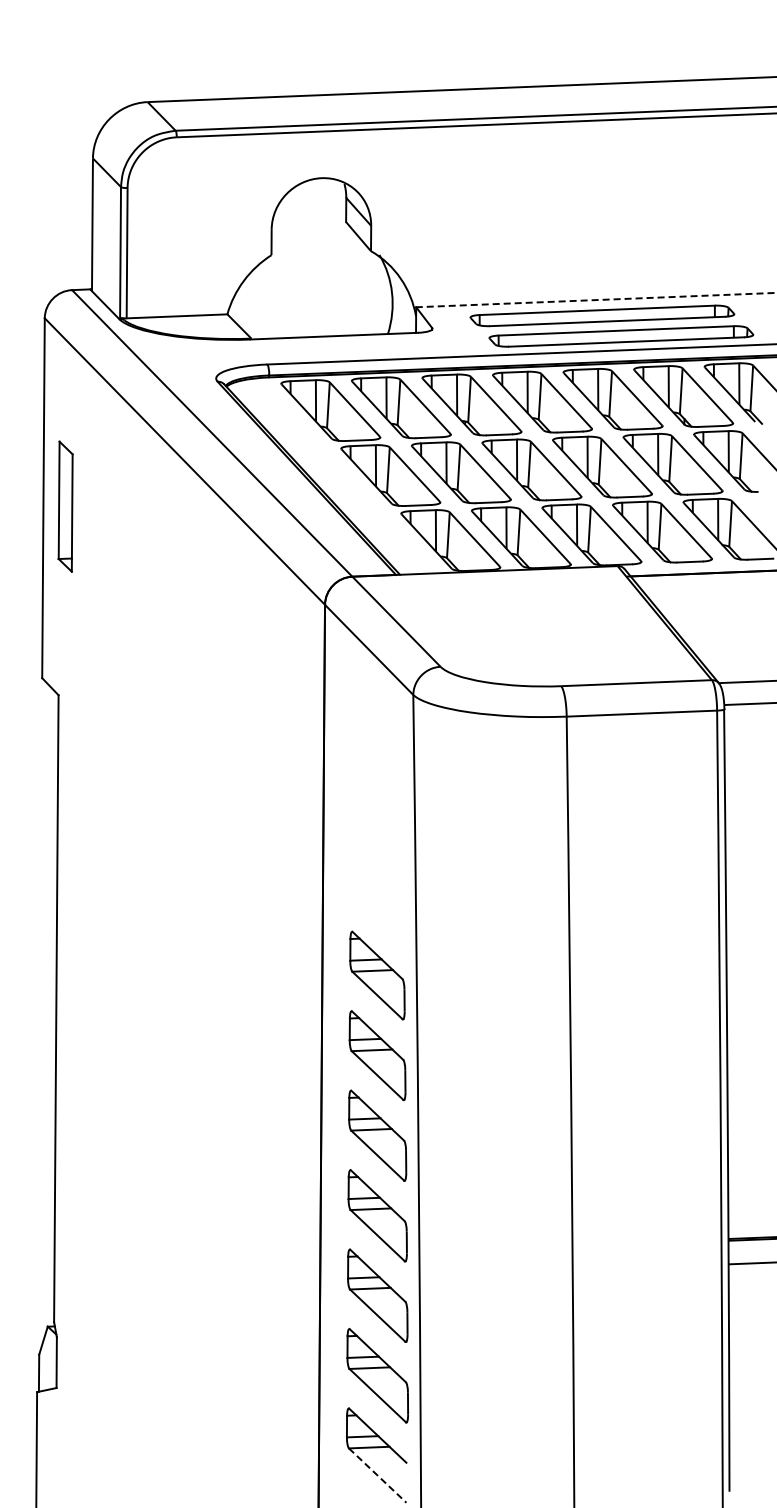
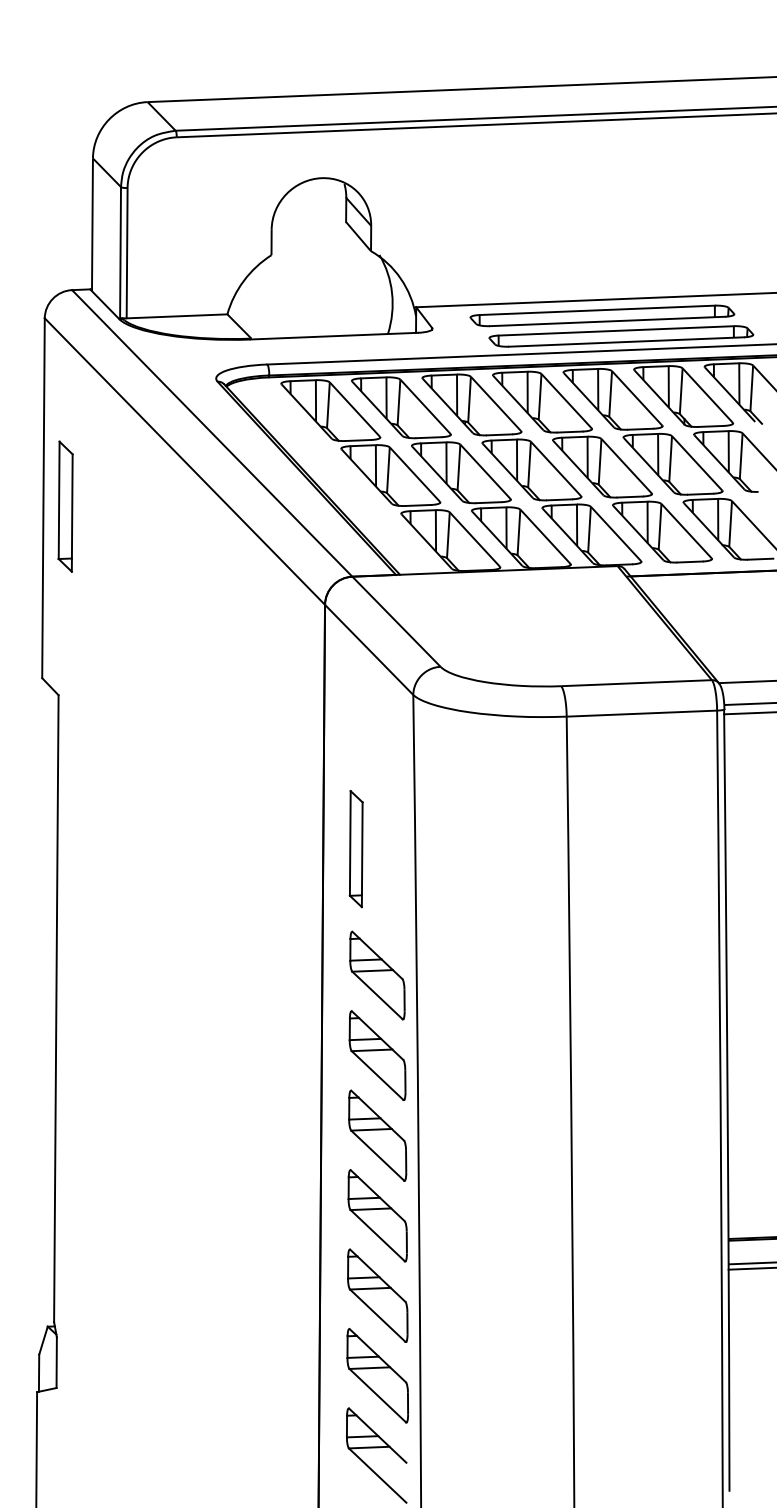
line at (595, 300): dashed -> solid
line at (748, 713): none -> present
part at (355, 849): none -> present
line at (750, 1268): none -> present
line at (377, 1475): dashed -> solid
